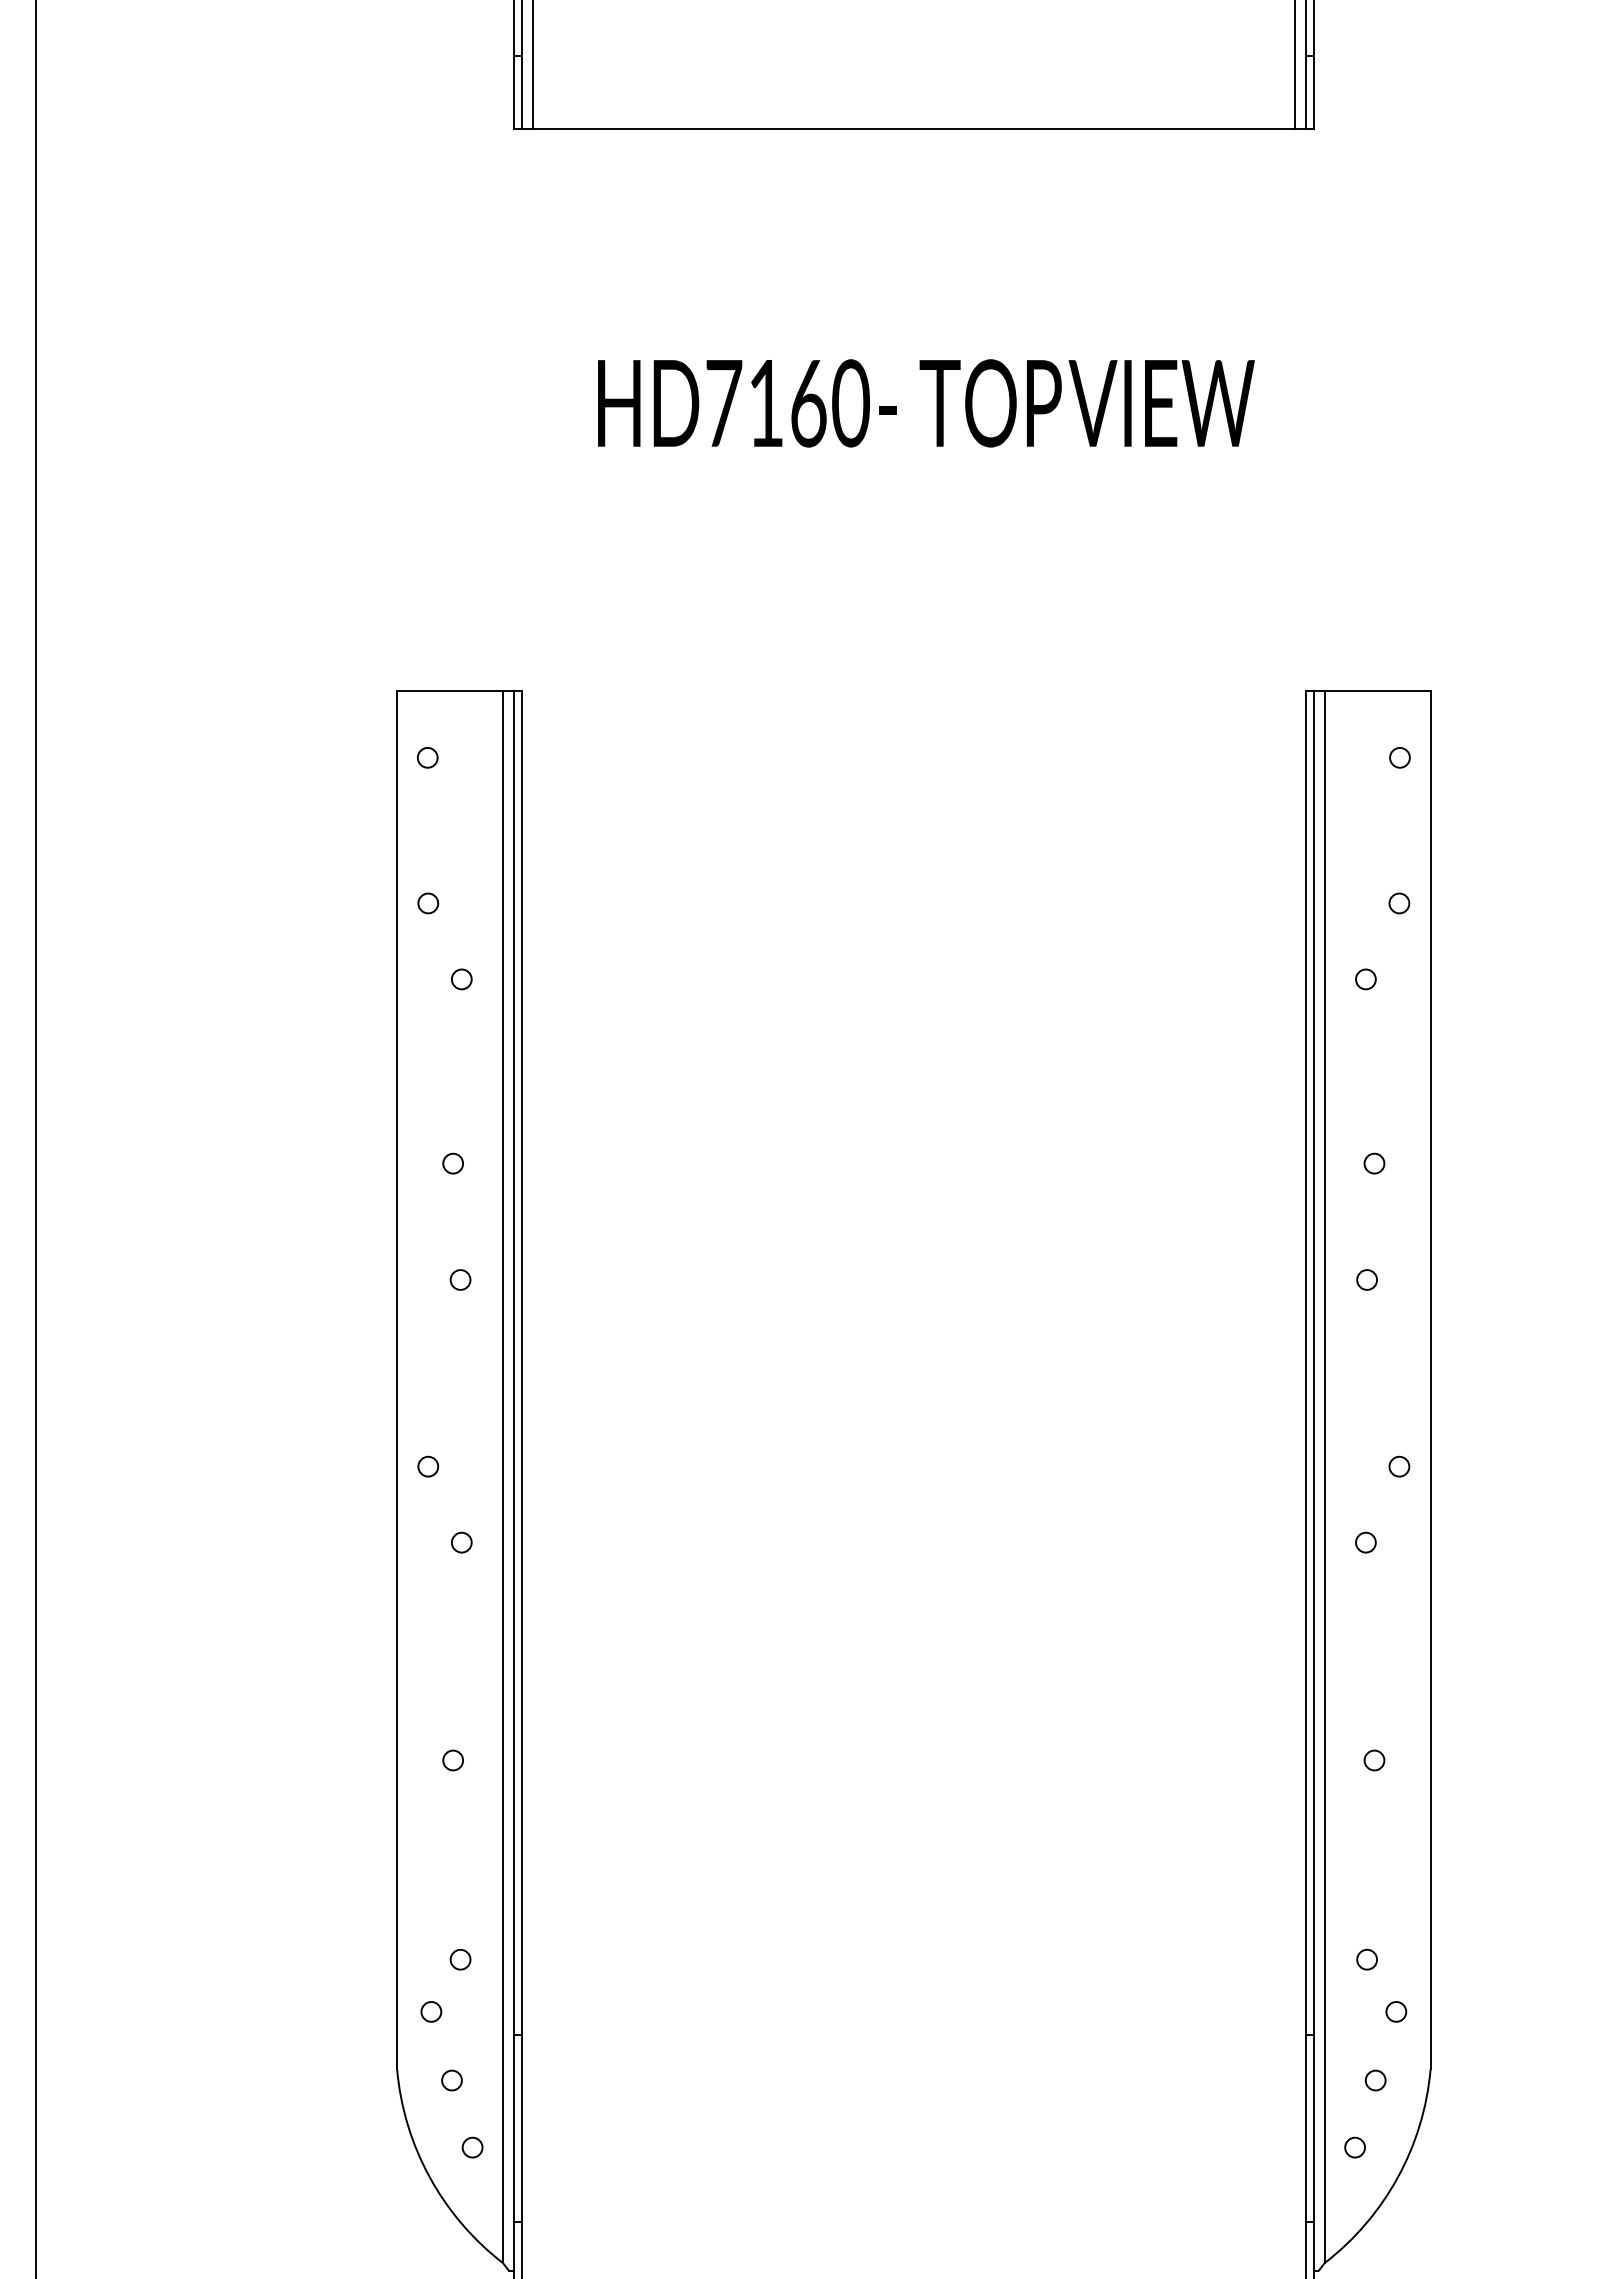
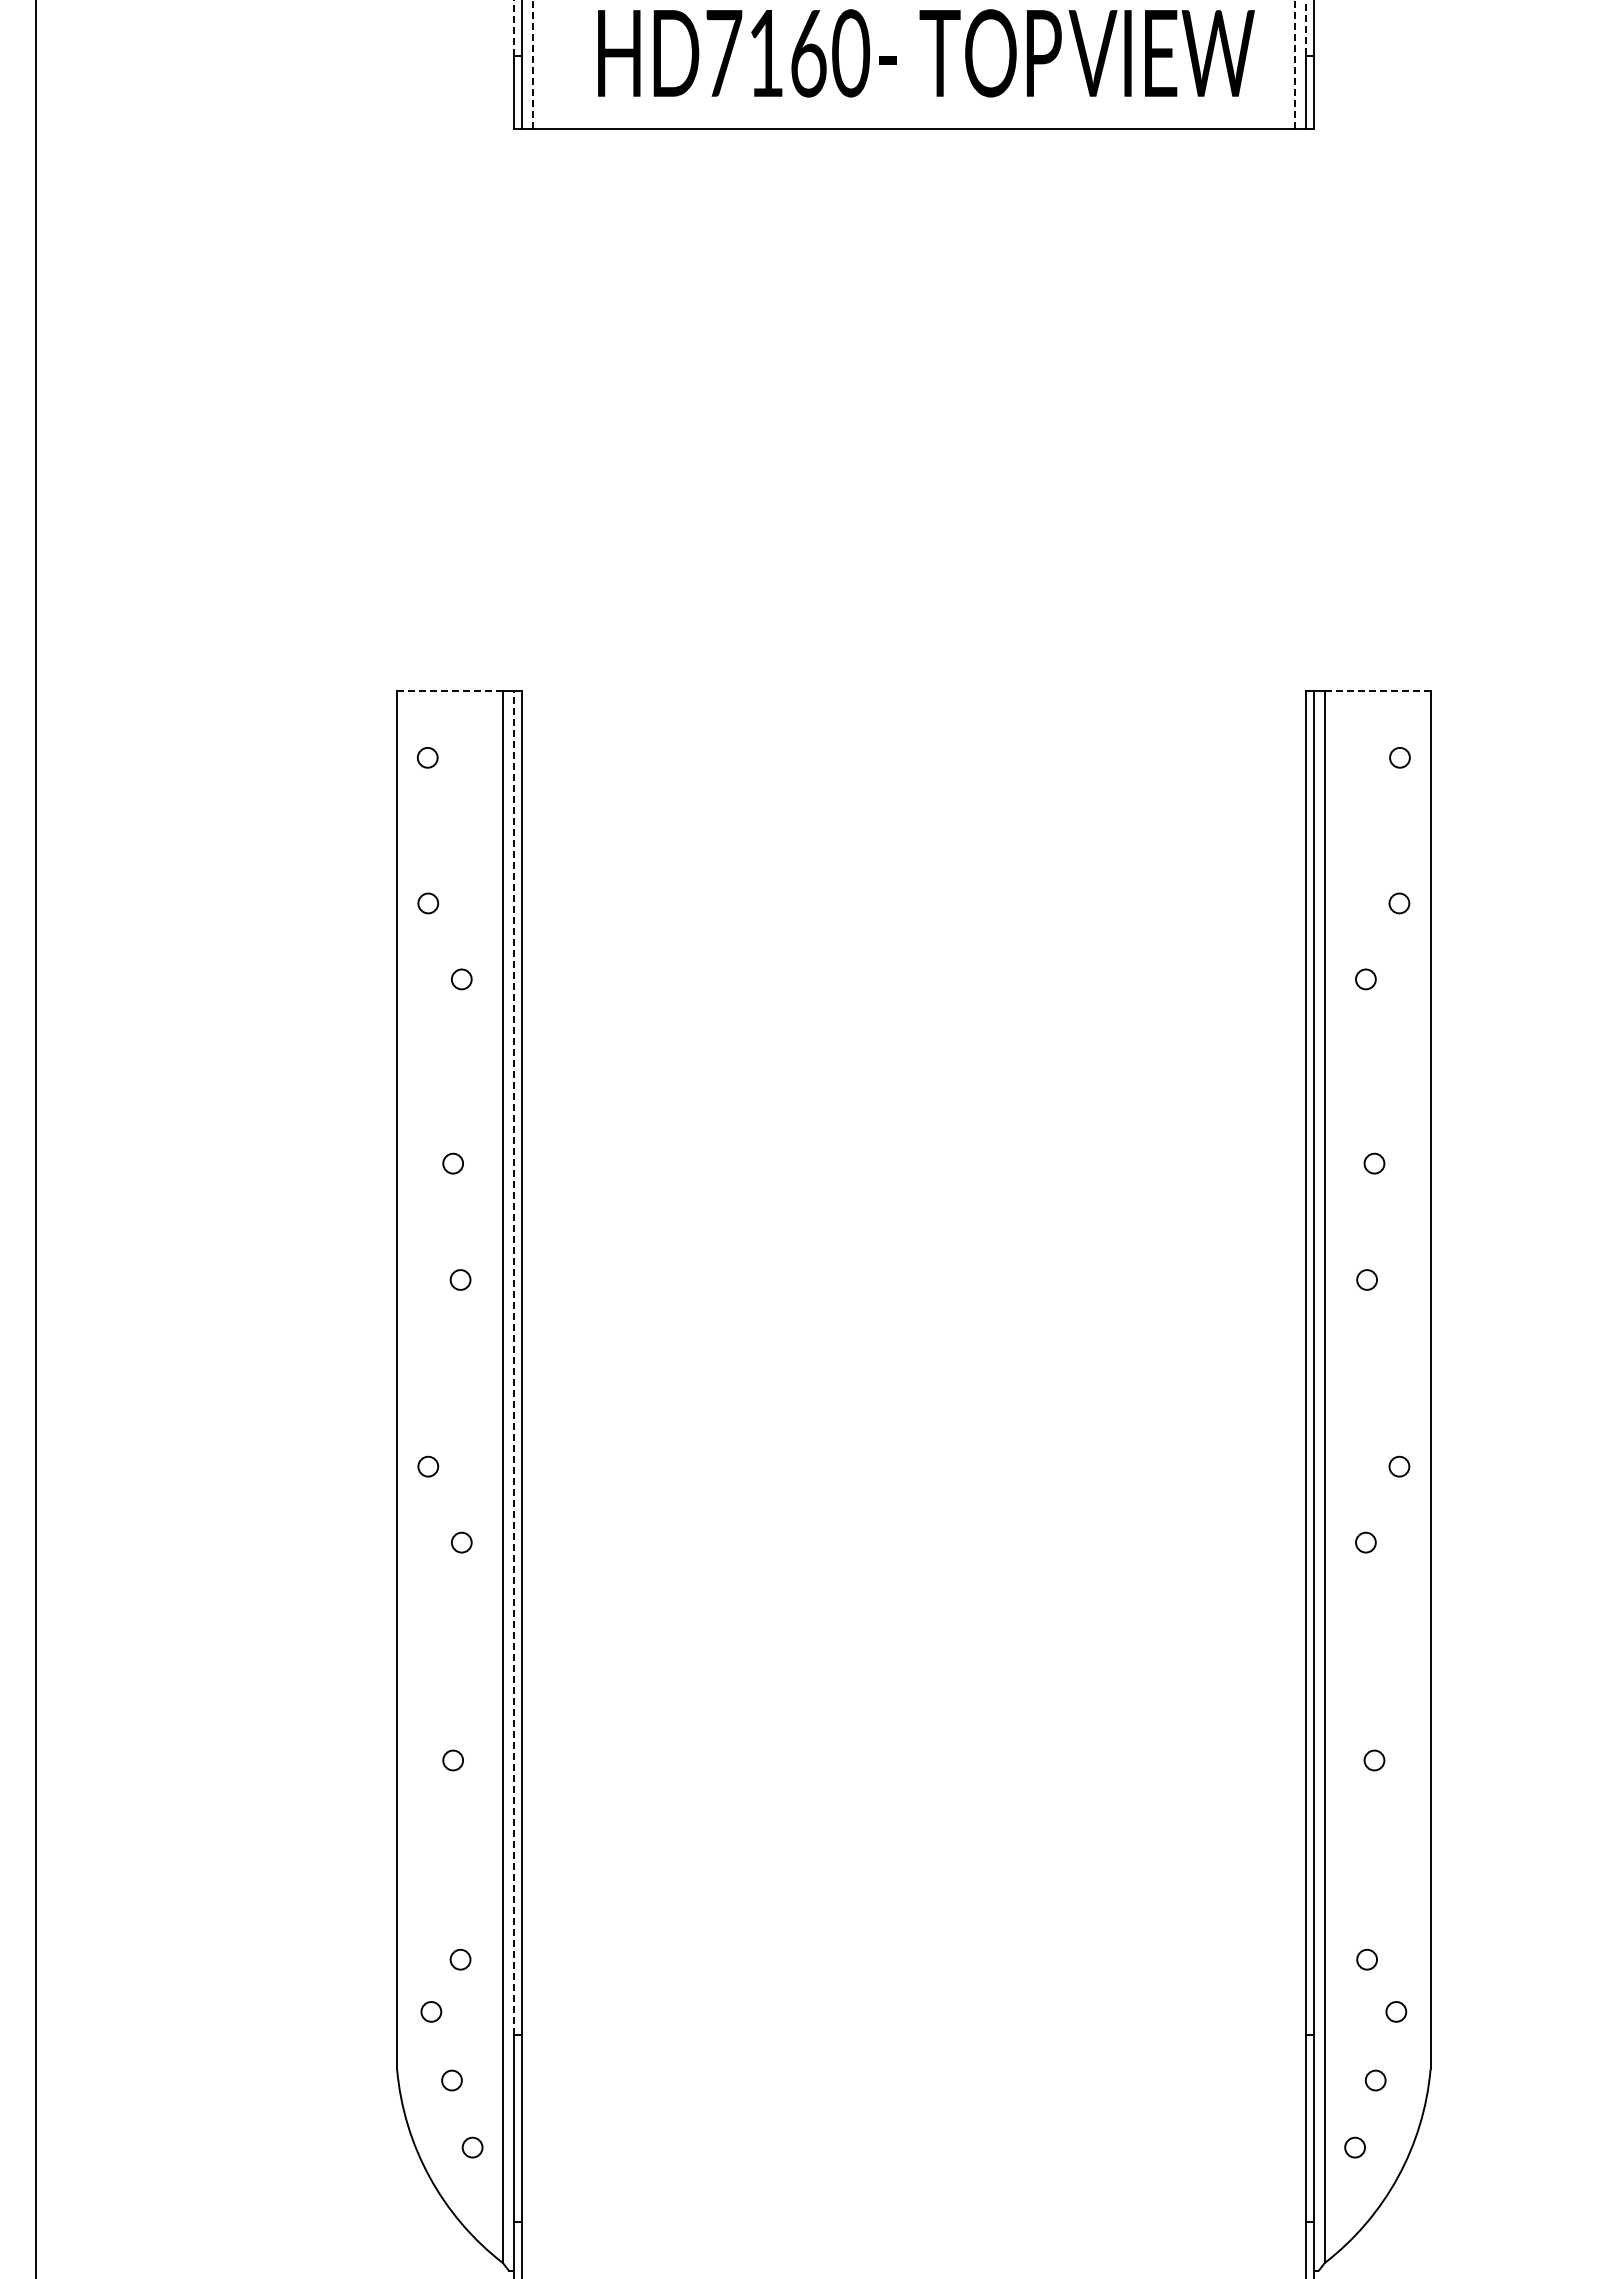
line at (513, 28): solid -> dashed
line at (1305, 28): solid -> dashed
line at (533, 64): solid -> dashed
line at (1294, 64): solid -> dashed
text at (926, 403) position: (926, 403) -> (926, 53)
line at (450, 690): solid -> dashed
line at (1377, 690): solid -> dashed
line at (513, 1362): solid -> dashed
